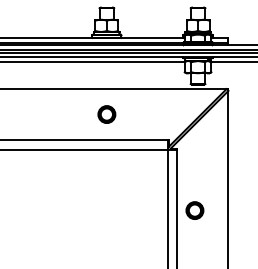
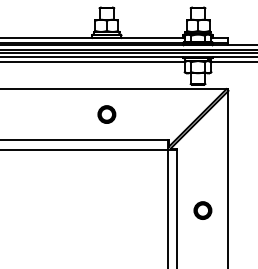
part at (194, 210) position: (194, 210) -> (202, 210)
